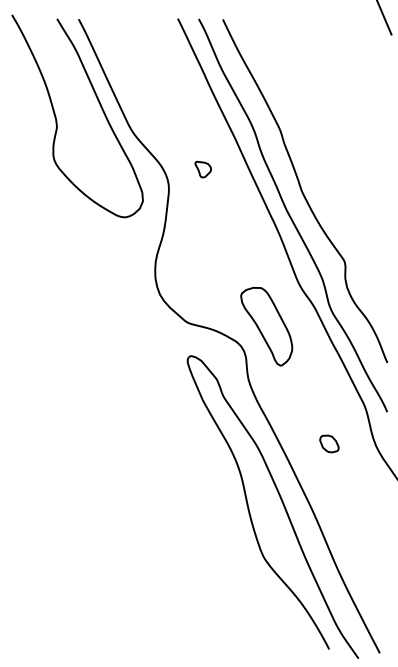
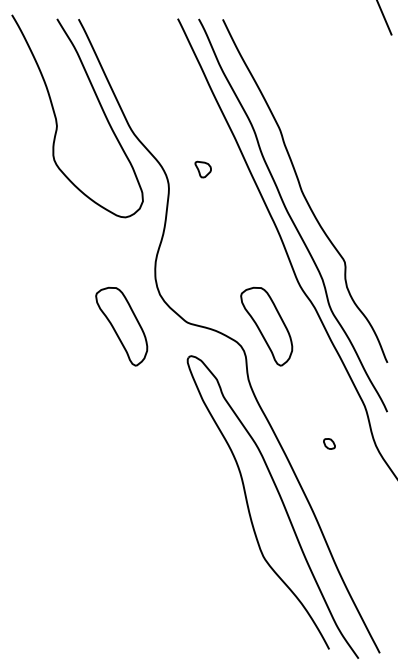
part at (121, 326): none -> present
part at (329, 443) size: 21x20 px -> 13x12 px
